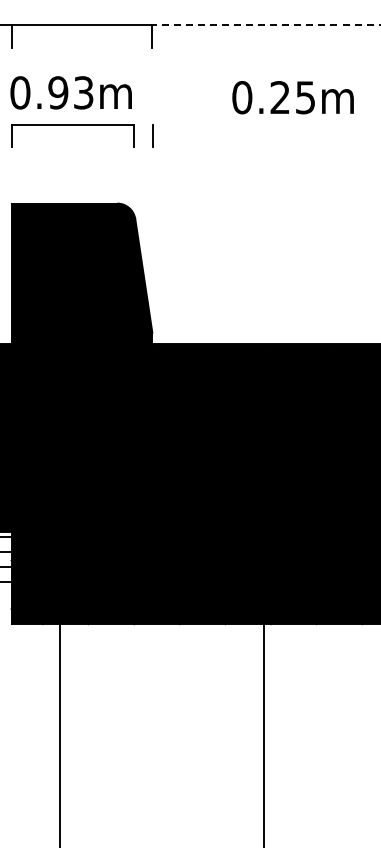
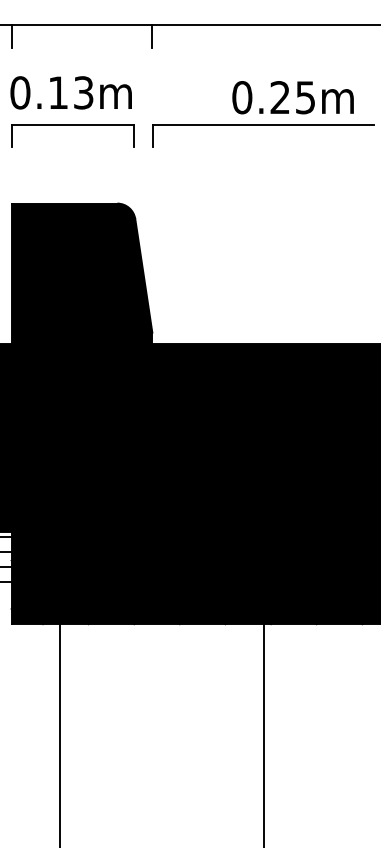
line at (266, 25): dashed -> solid
text at (58, 92): 0.93m -> 0.13m
line at (262, 125): none -> present
